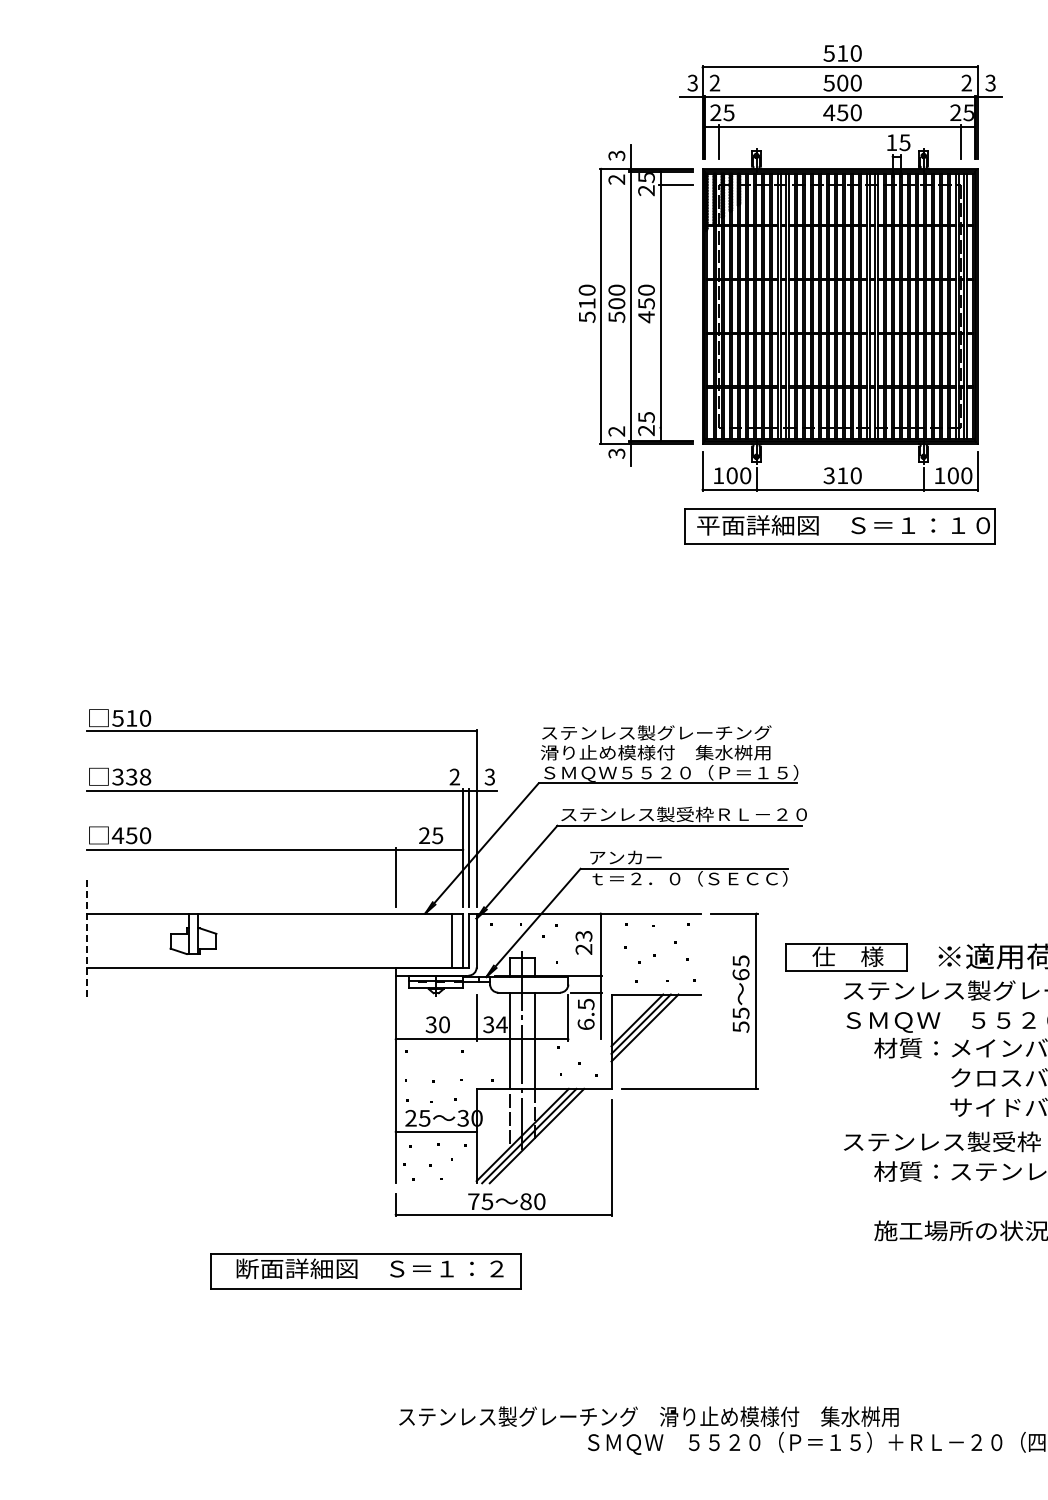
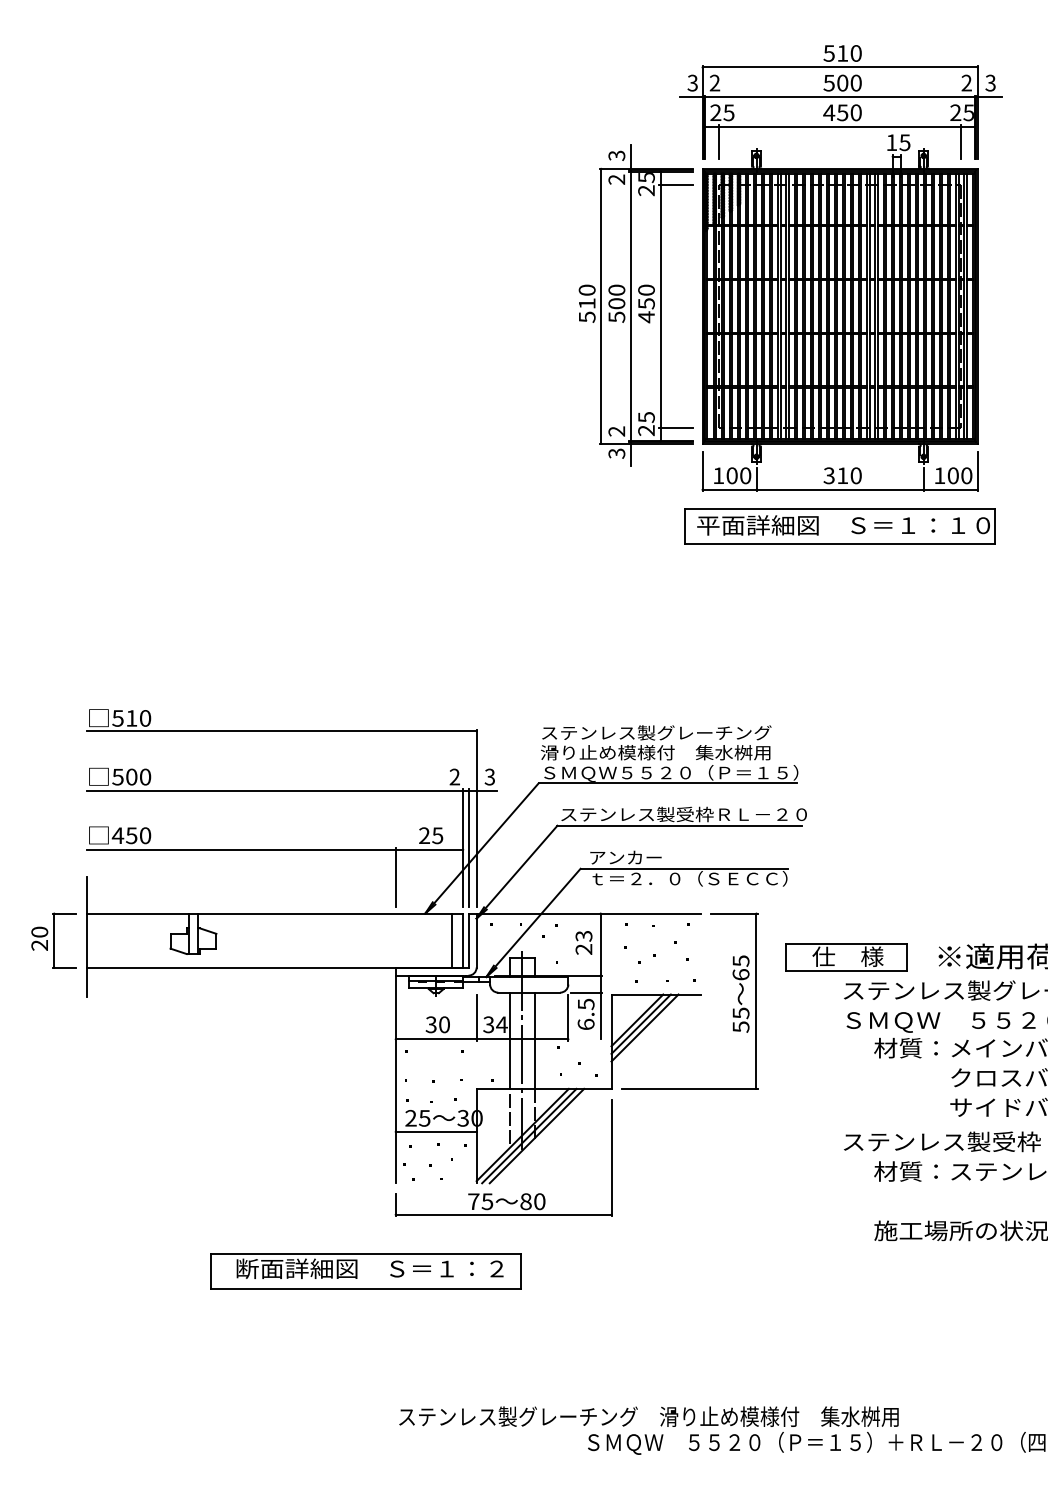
line at (675, 427): none -> present
text at (132, 776): 338 -> 500
line at (86, 936): dashed -> solid
part at (53, 940): none -> present
